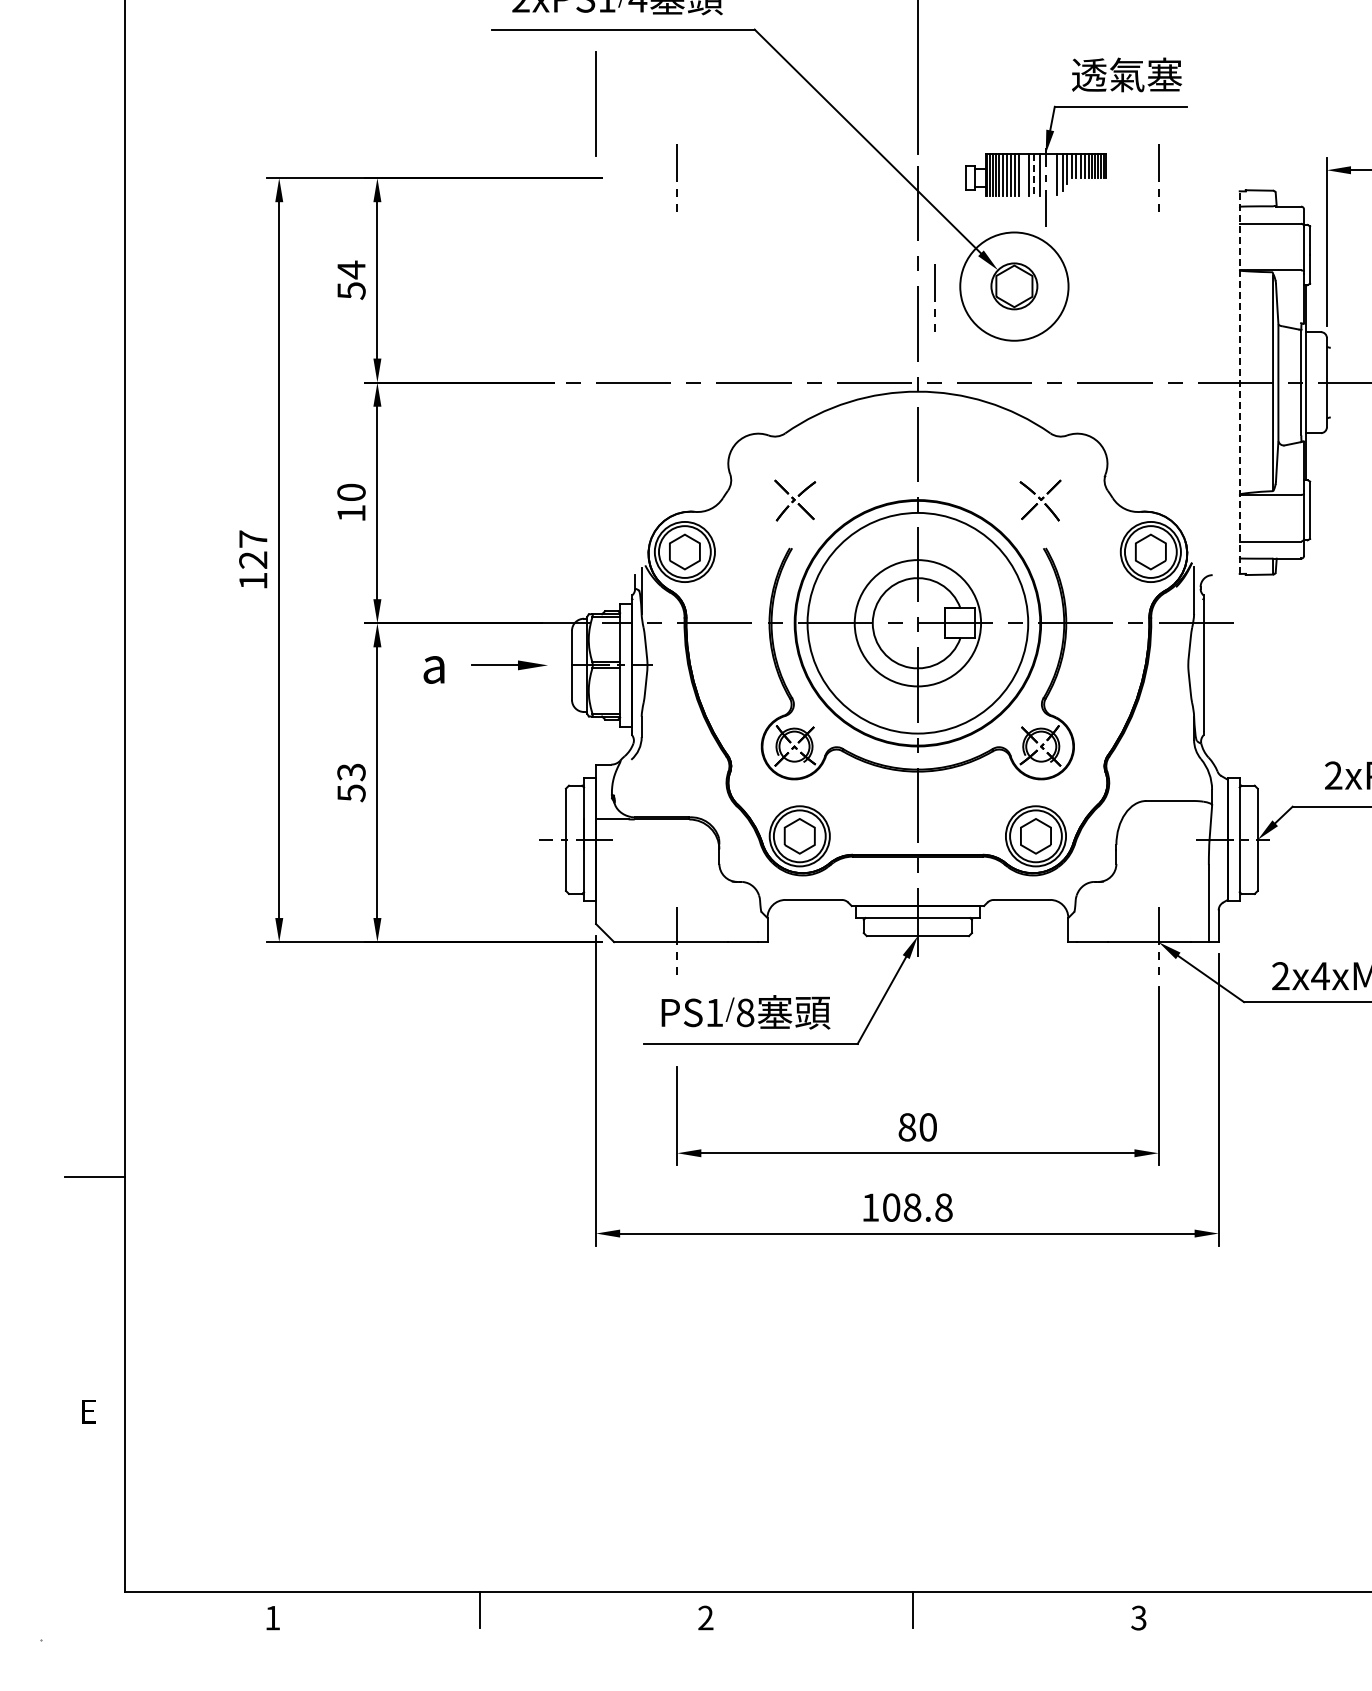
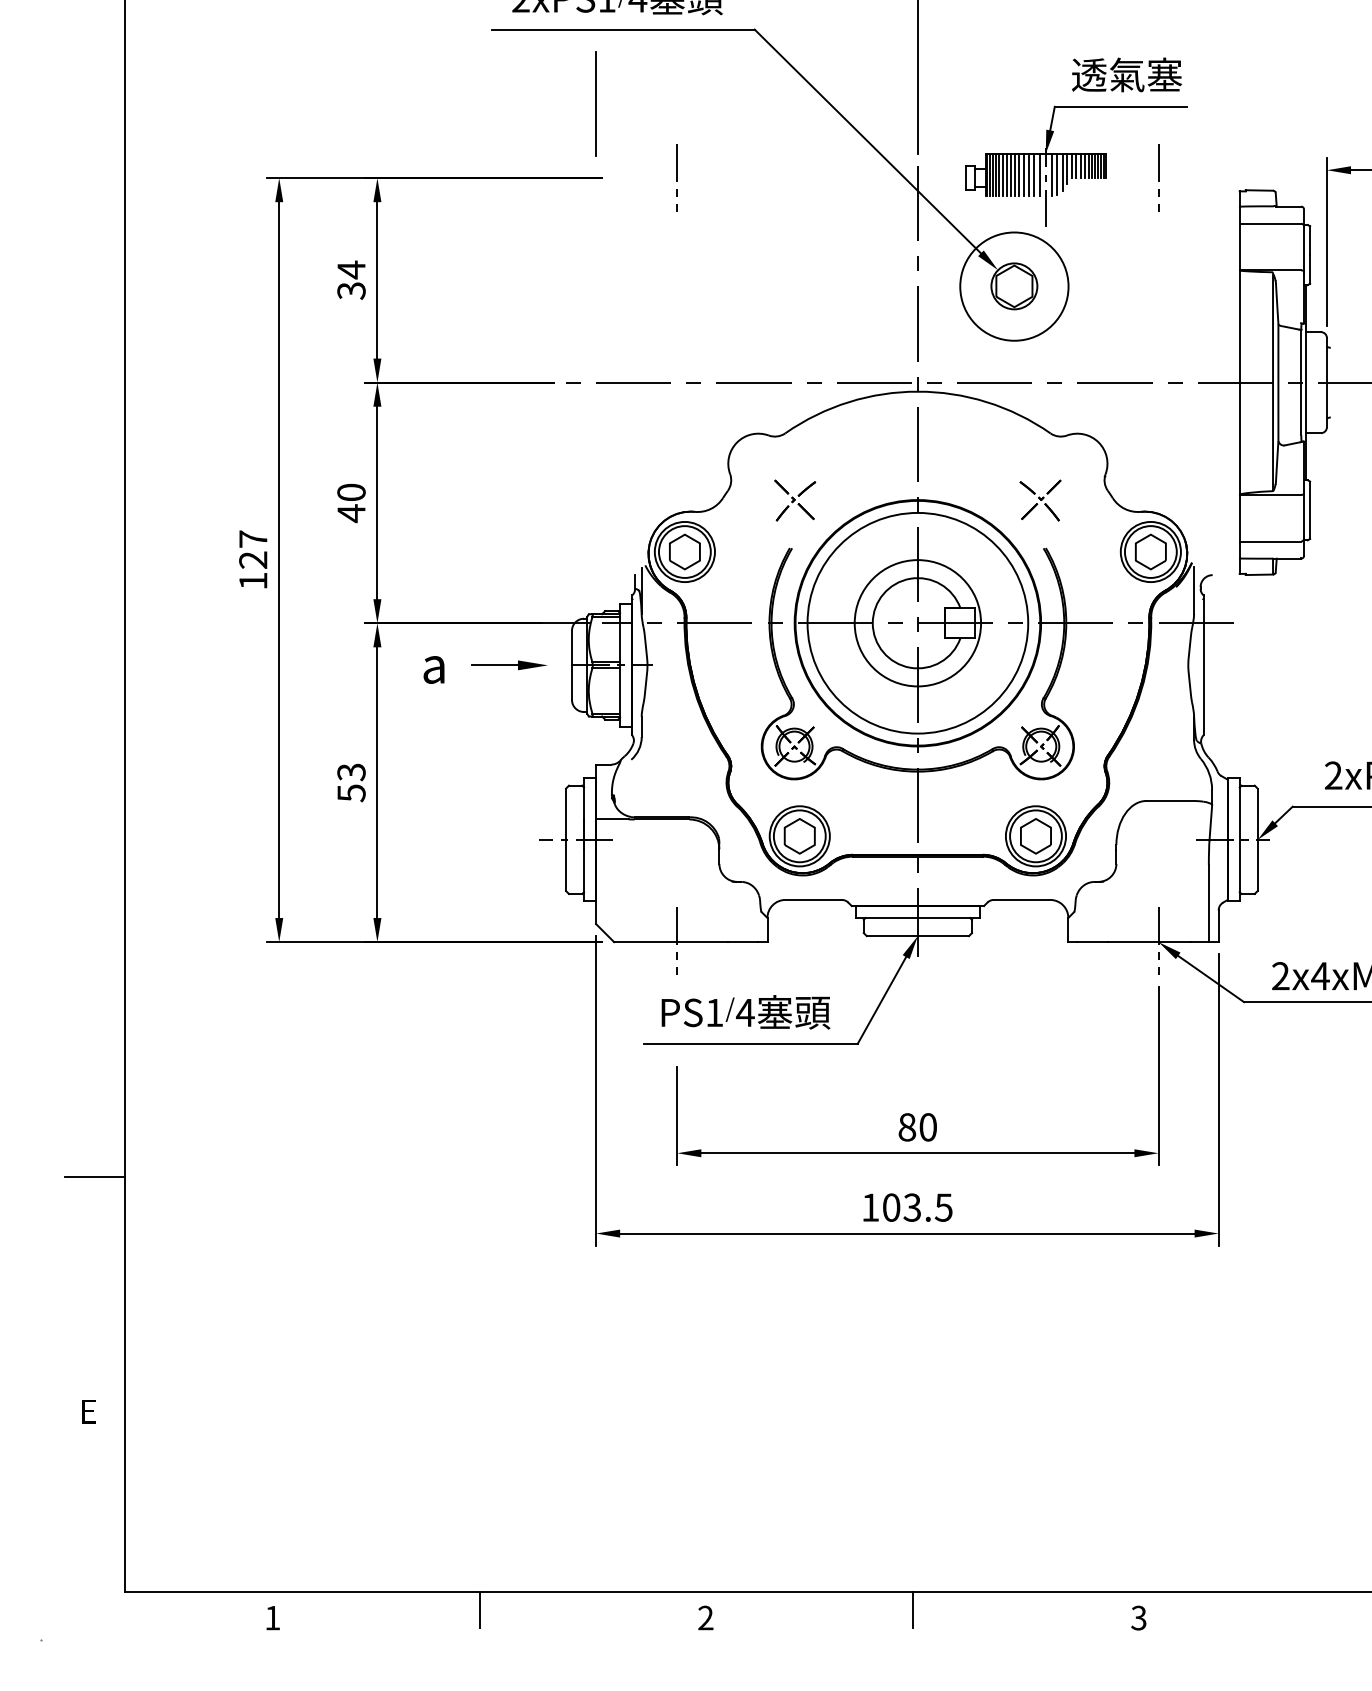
line at (1024, 175): none -> present
line at (1034, 175): dashed -> solid
line at (1051, 175): none -> present
text at (351, 290): 54 -> 34
line at (934, 297): present -> none
line at (1239, 382): dashed -> solid
text at (351, 513): 10 -> 40
text at (745, 1012): 8 -> 4
text at (927, 1207): 108.8 -> 103.5
